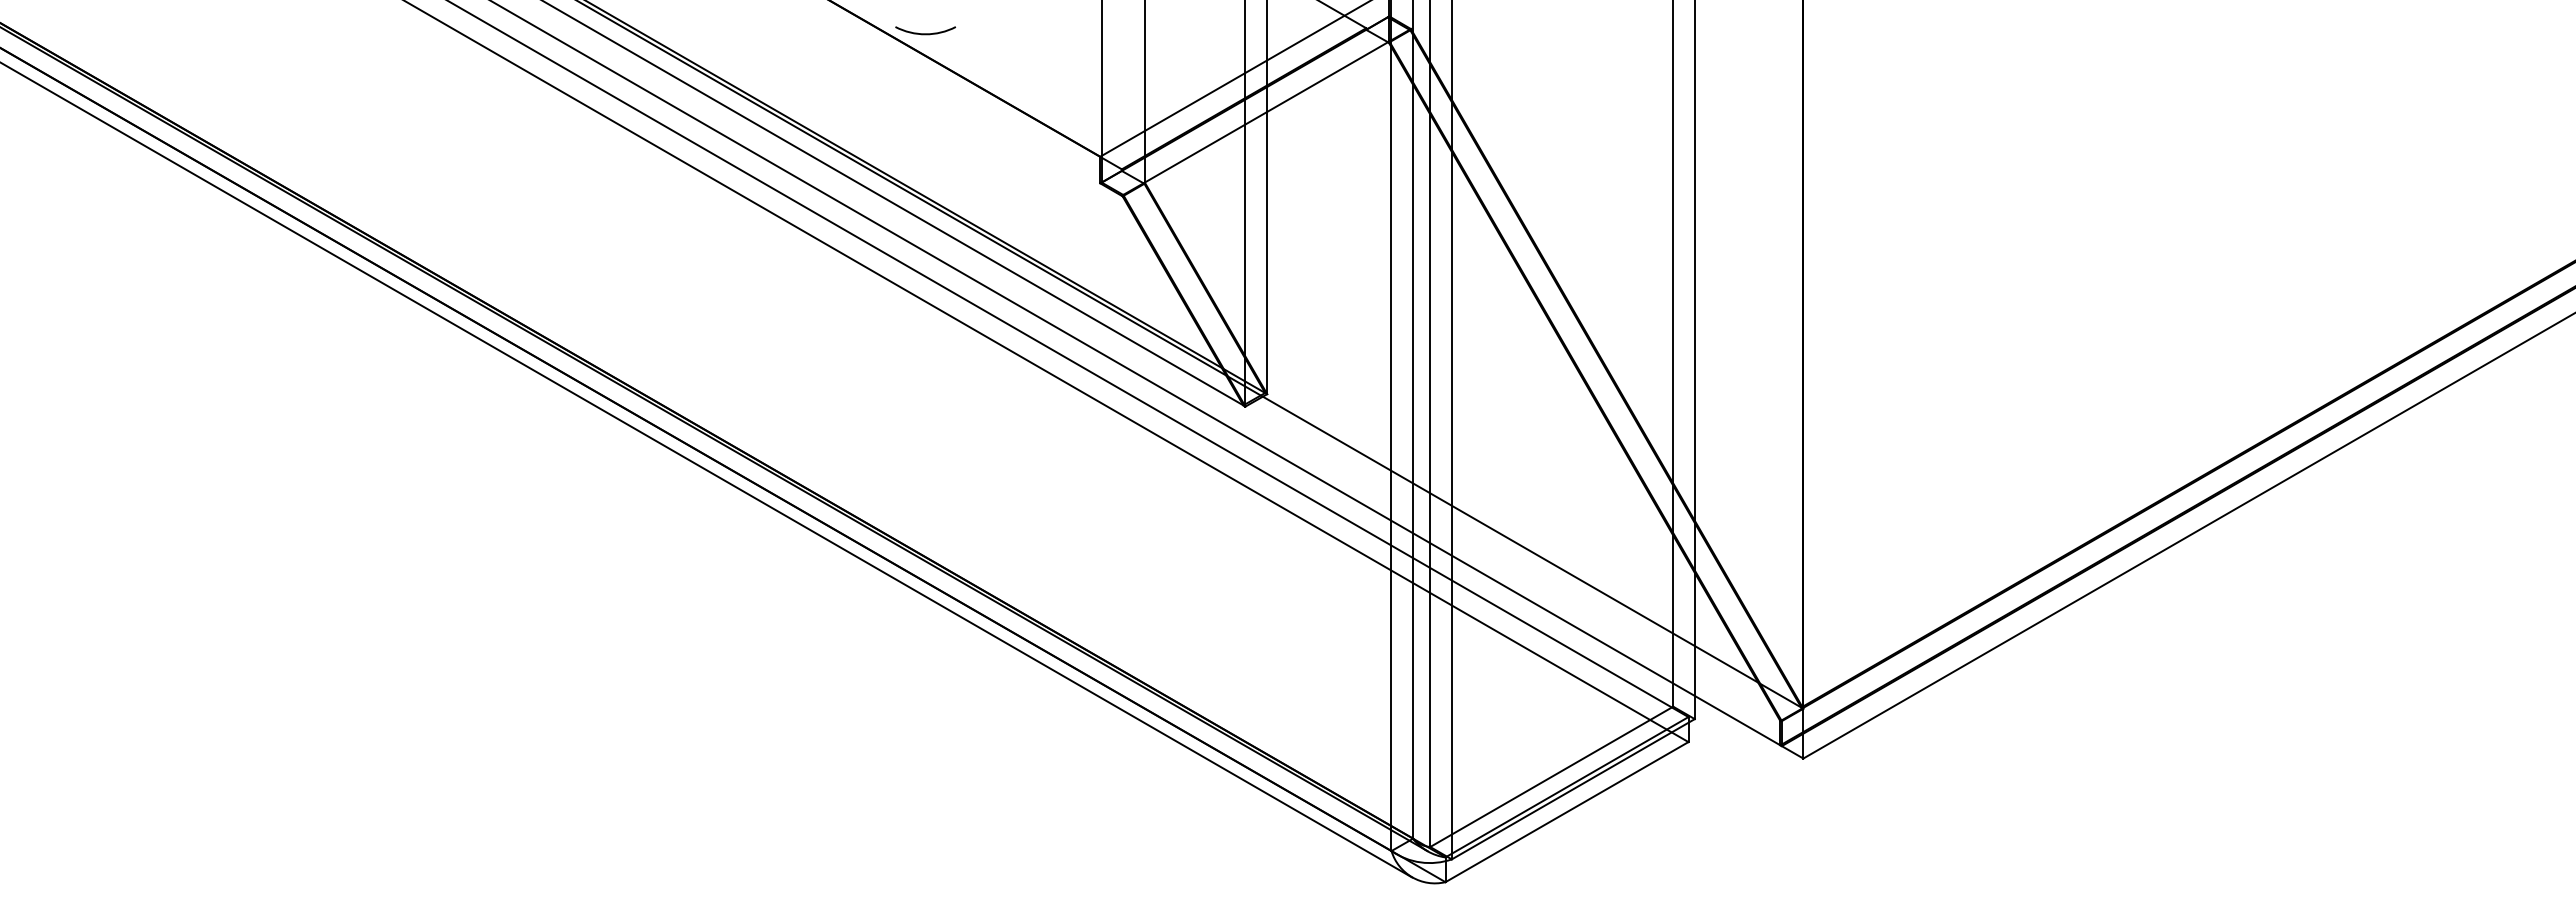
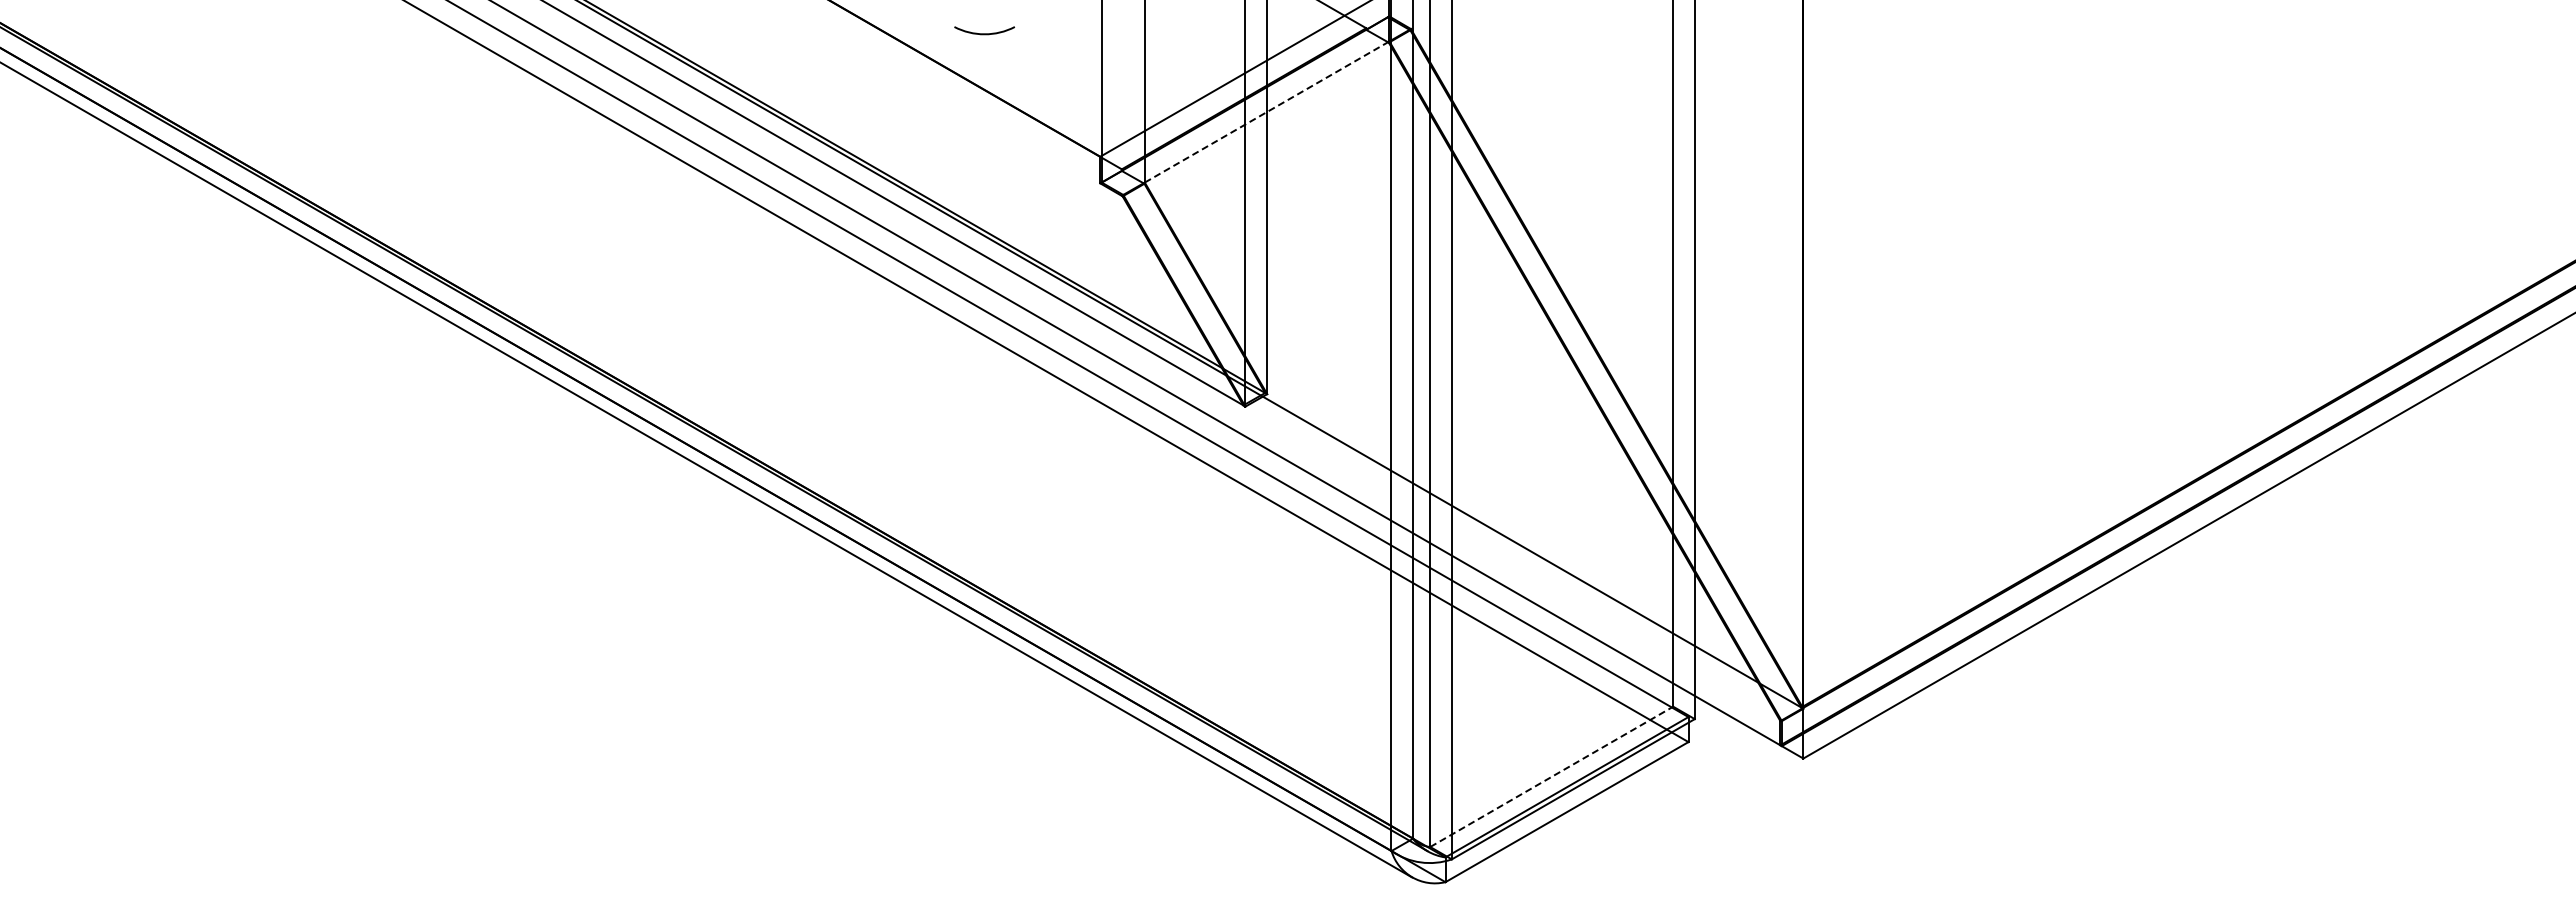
arc at (925, 33) position: (925, 33) -> (984, 33)
line at (1267, 111): solid -> dashed
line at (1552, 776): solid -> dashed
